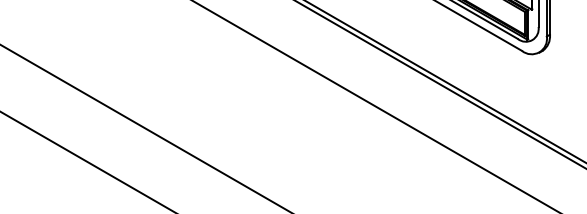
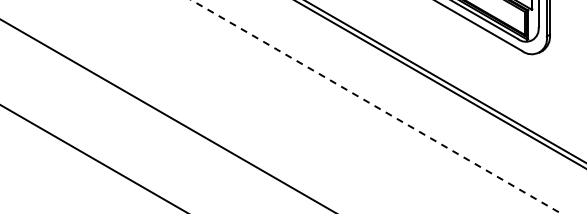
line at (377, 107): solid -> dashed
line at (145, 127) position: (145, 127) -> (167, 115)
line at (87, 161) position: (87, 161) -> (92, 158)
